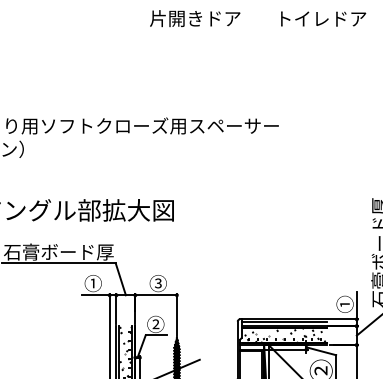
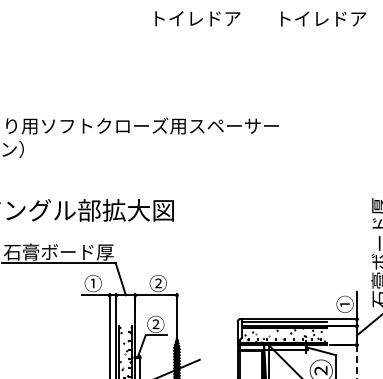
text at (176, 18): 片開きドア -> トイレドア
text at (158, 284): ③ -> ②
line at (356, 361): solid -> dashed
